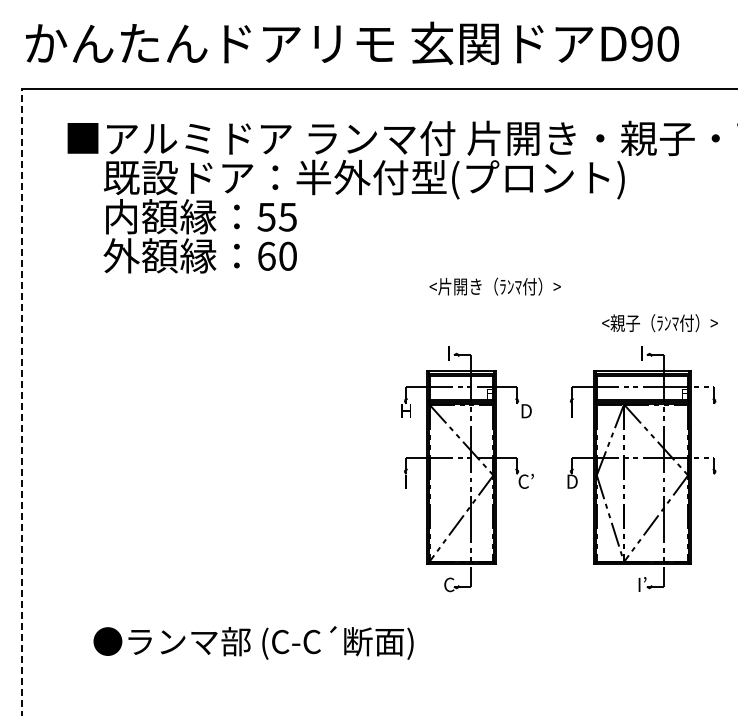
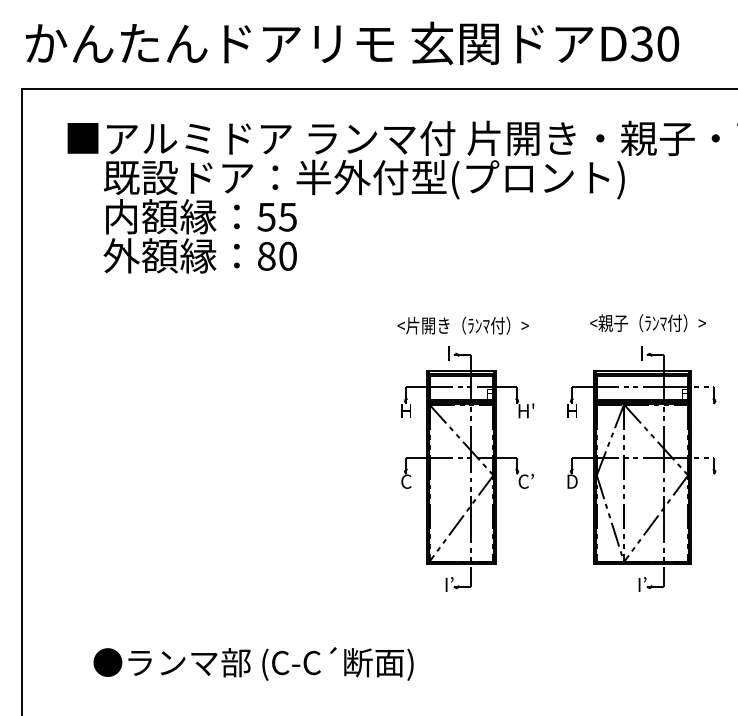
text at (641, 43): D90 -> D30
text at (266, 255): 60 -> 80
text at (494, 286) position: (494, 286) -> (462, 325)
text at (659, 323) position: (659, 323) -> (647, 323)
line at (22, 402): dashed -> solid
text at (526, 410): D -> H'
text at (571, 410): I -> H
text at (406, 481): I -> C
text at (449, 584): C -> I’
text at (253, 642) position: (253, 642) -> (253, 663)
